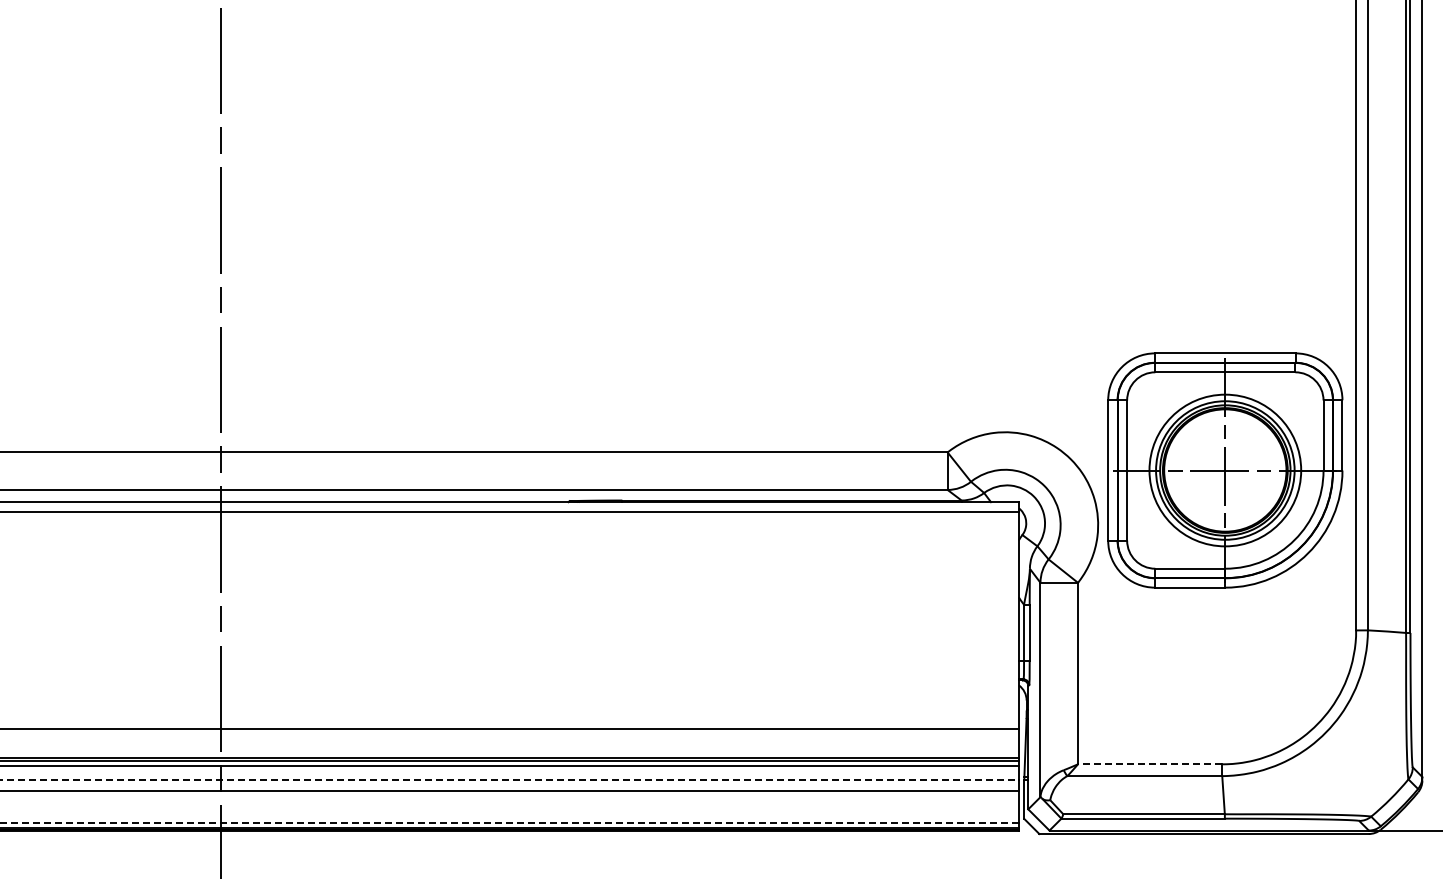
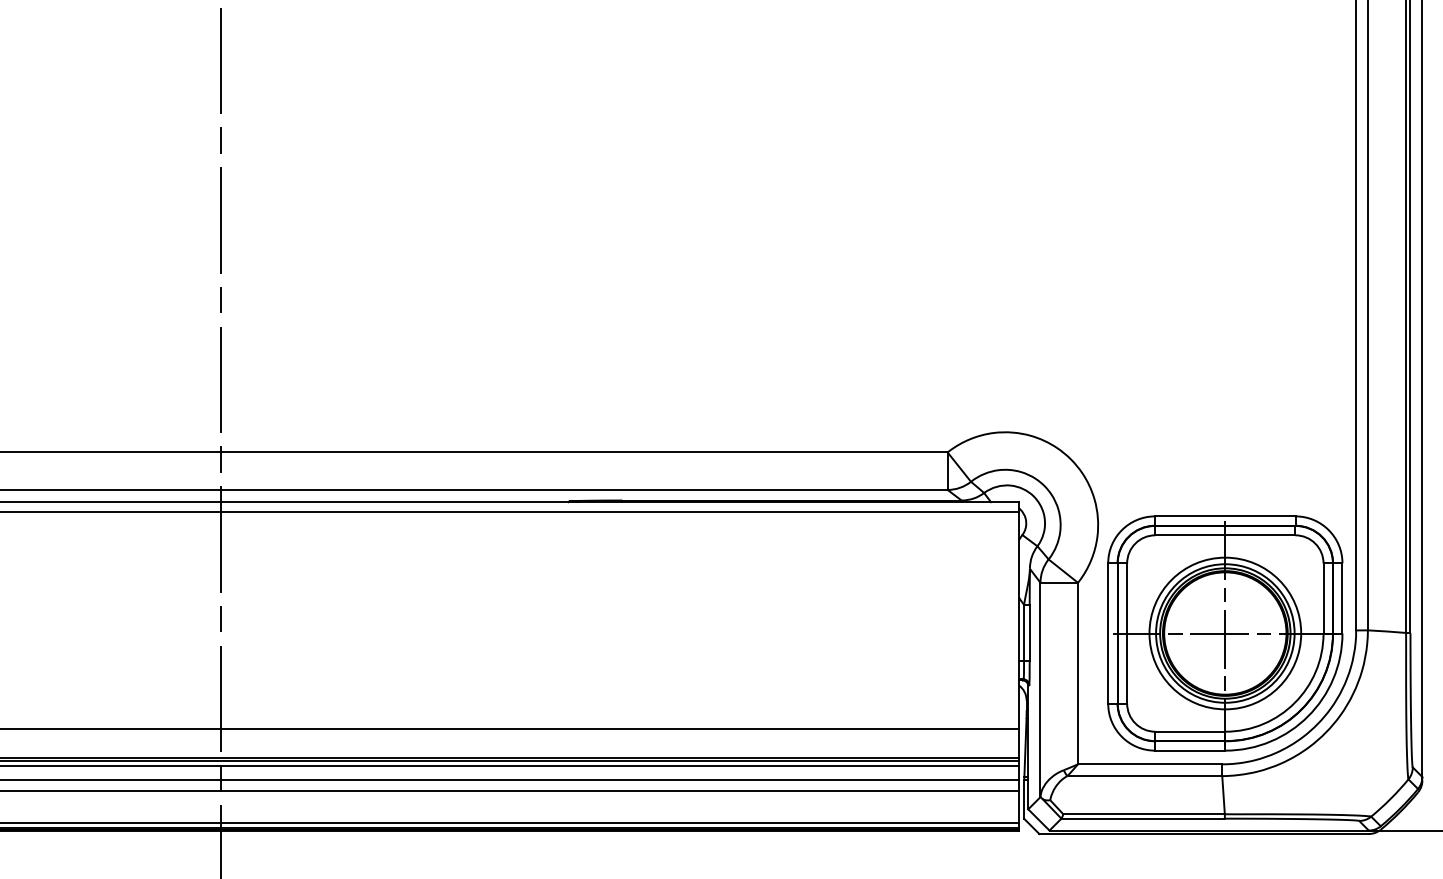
part at (1225, 470) position: (1225, 470) -> (1225, 633)
line at (1149, 764): dashed -> solid
line at (510, 780): dashed -> solid
line at (509, 823): dashed -> solid
